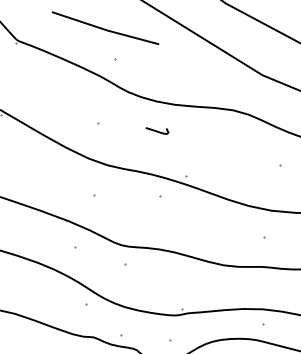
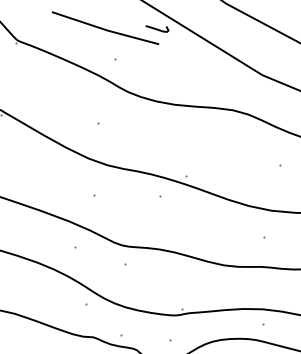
curve at (157, 130) position: (157, 130) -> (157, 28)
